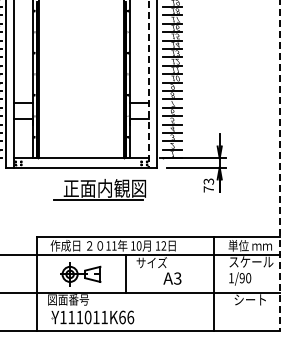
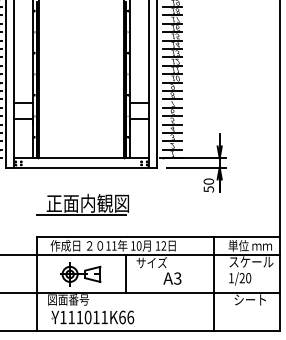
line at (148, 83): dashed -> solid
line at (280, 166): dashed -> solid
text at (208, 185): 73 -> 50
part at (99, 189) position: (99, 189) -> (82, 204)
text at (241, 278): 1/90 -> 1/20
